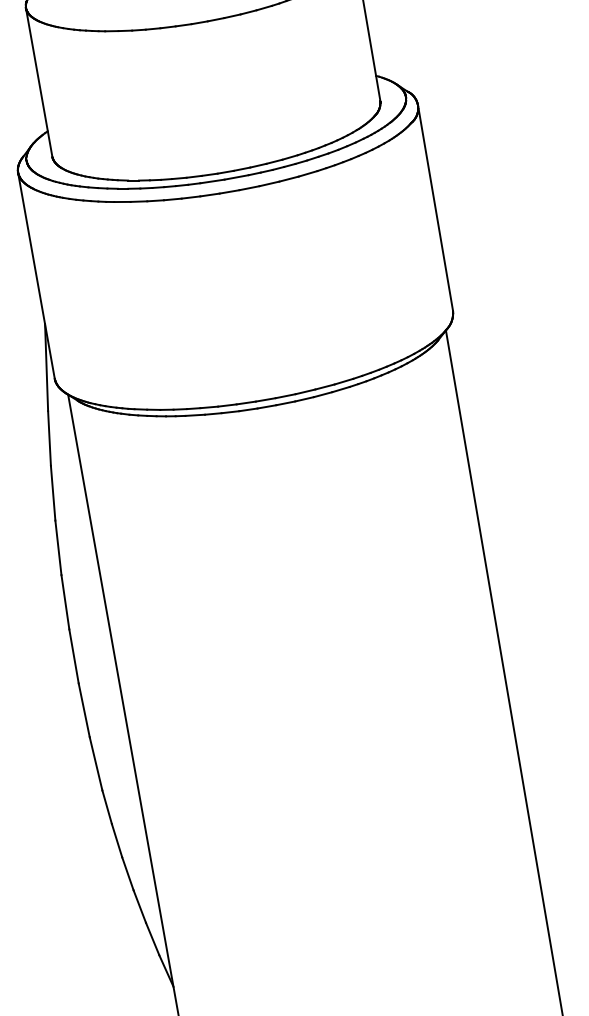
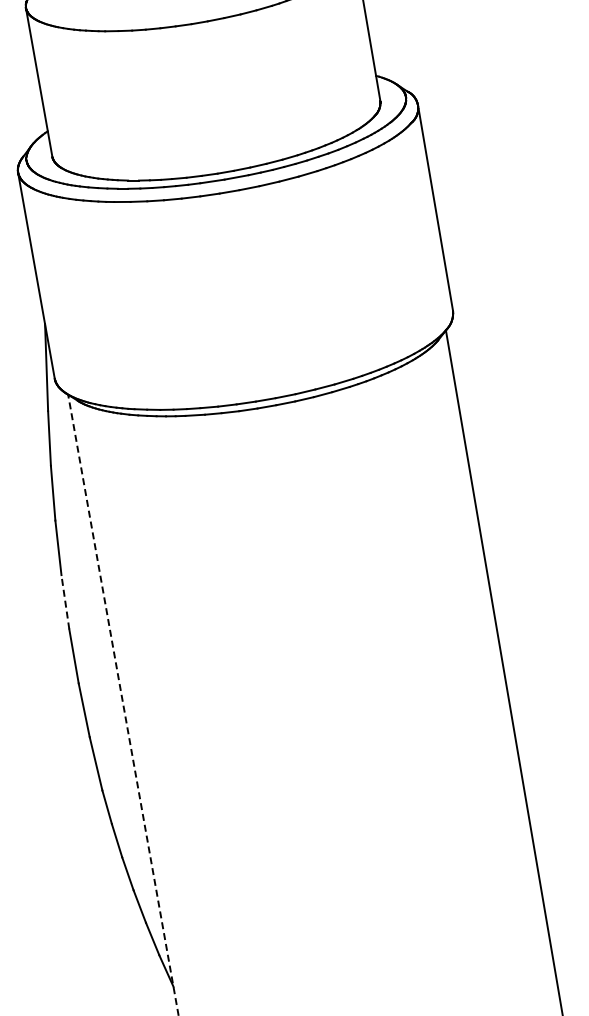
line at (65, 601): solid -> dashed
line at (123, 704): solid -> dashed
